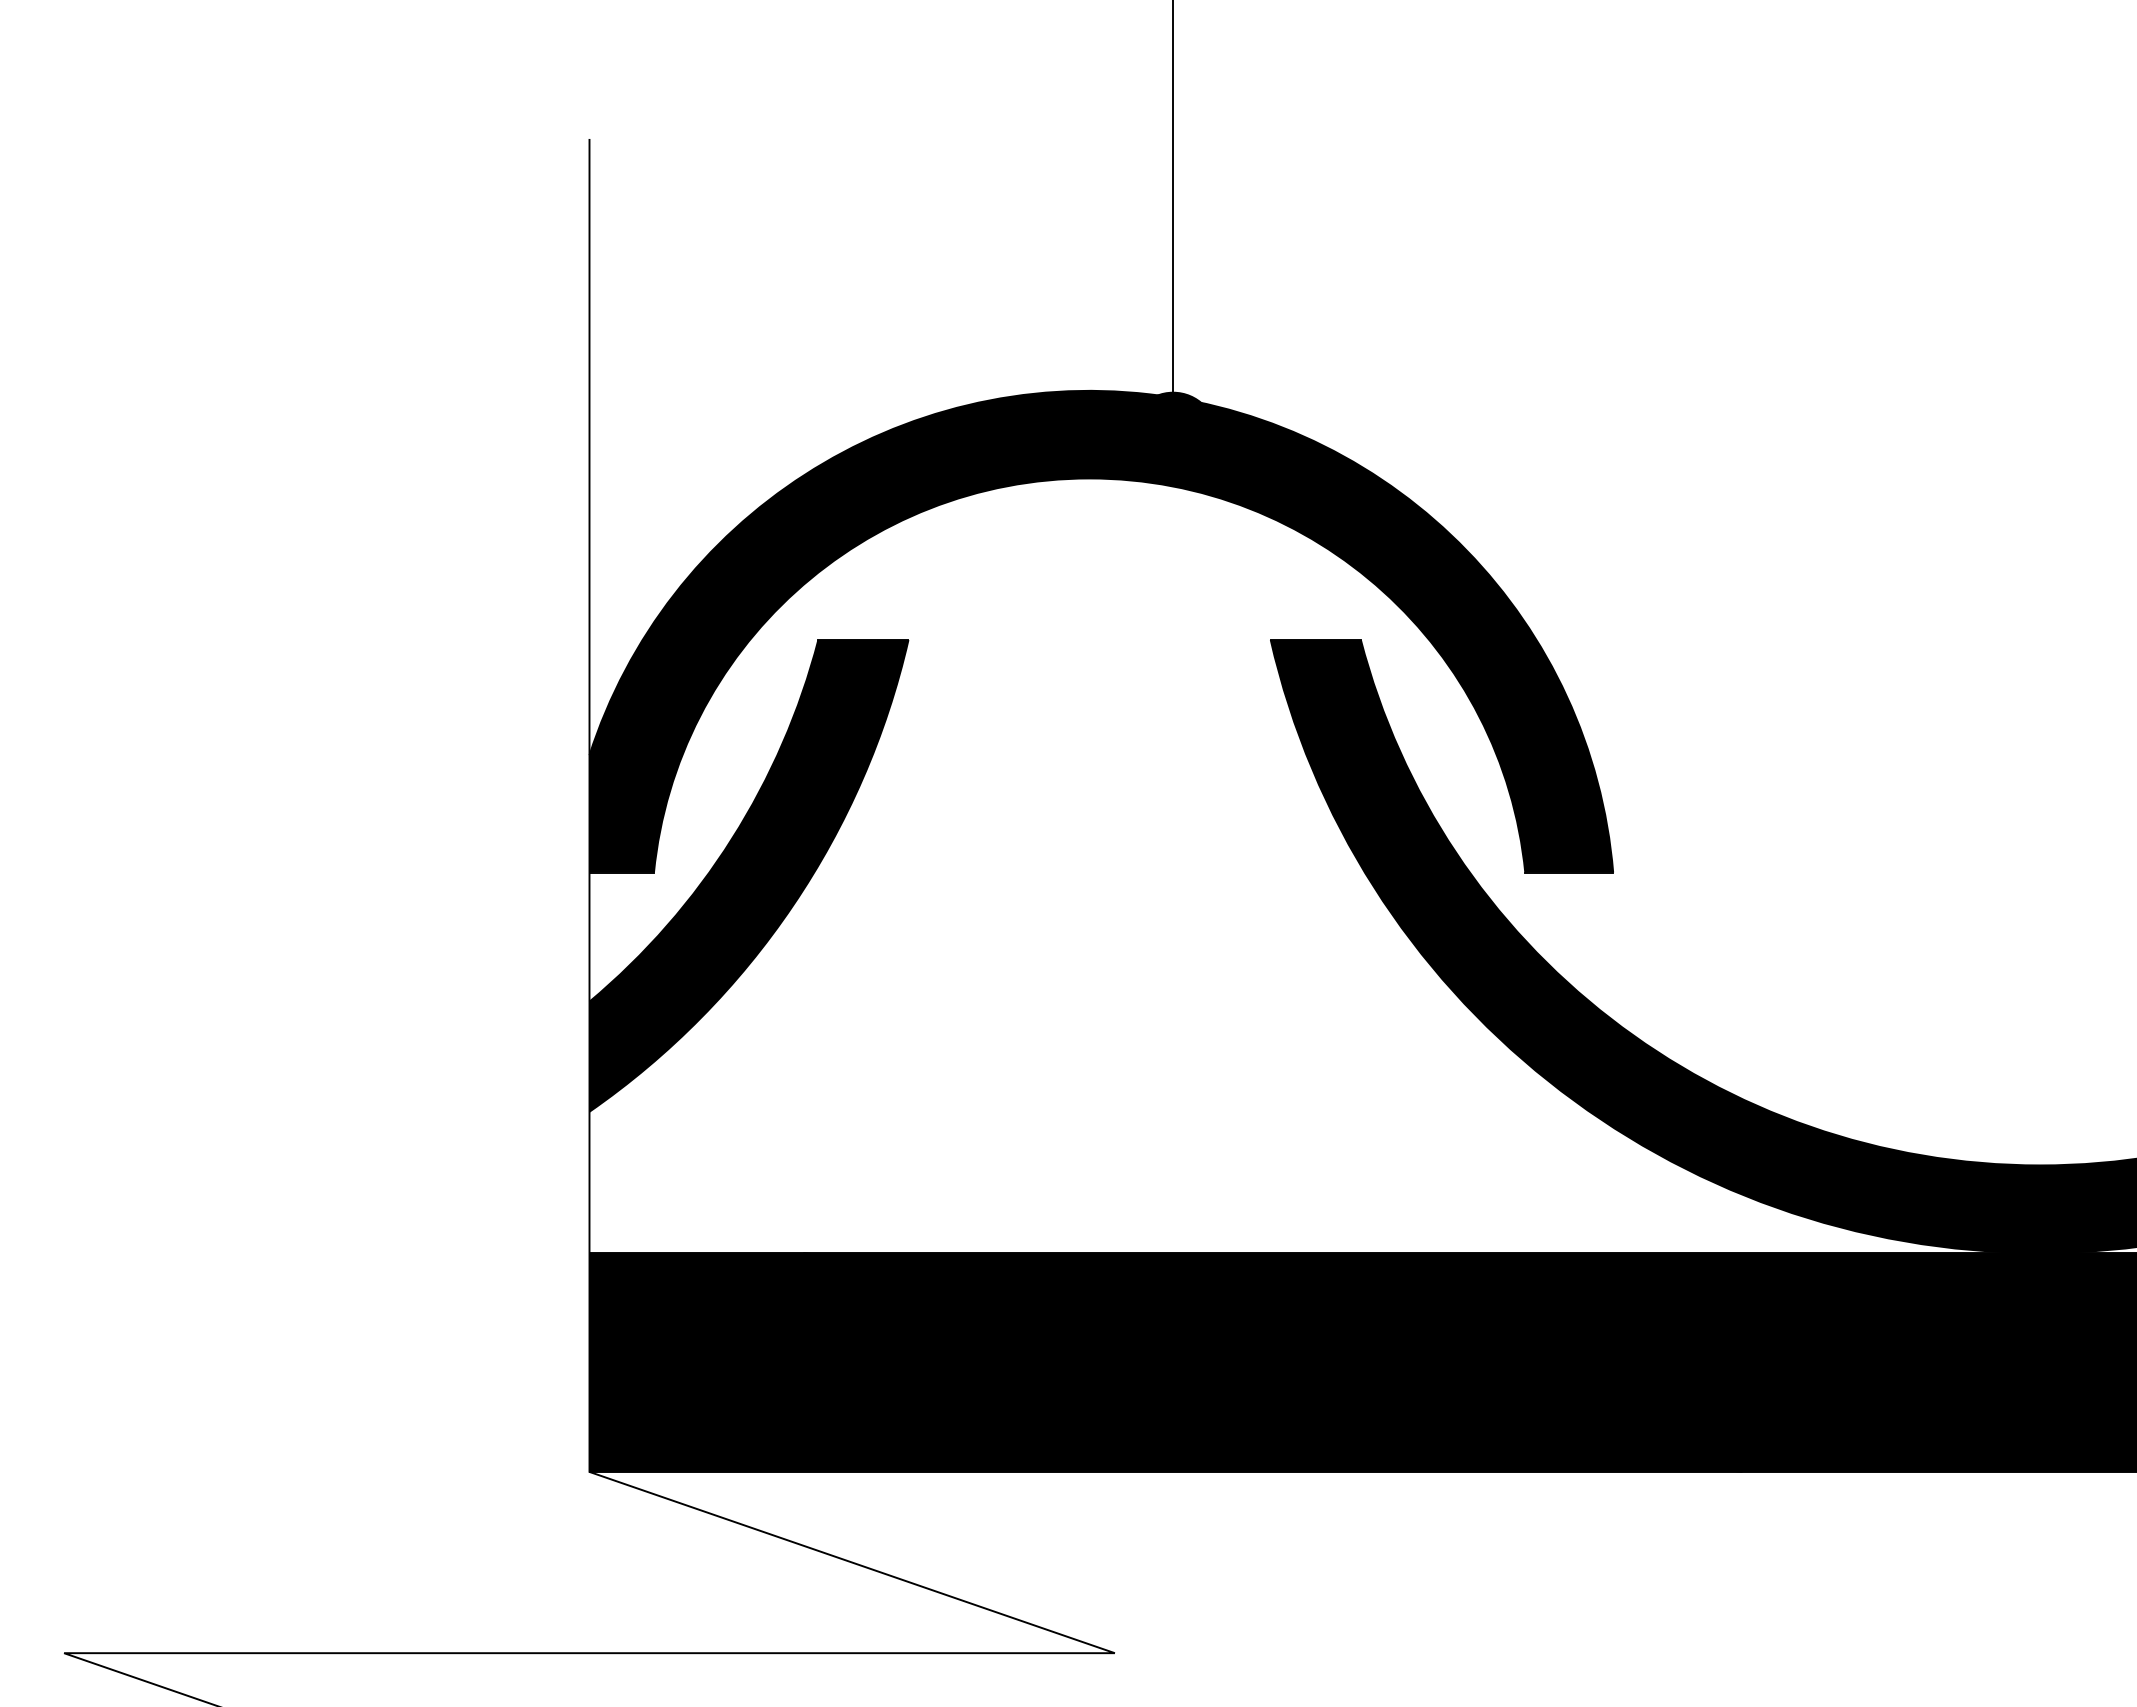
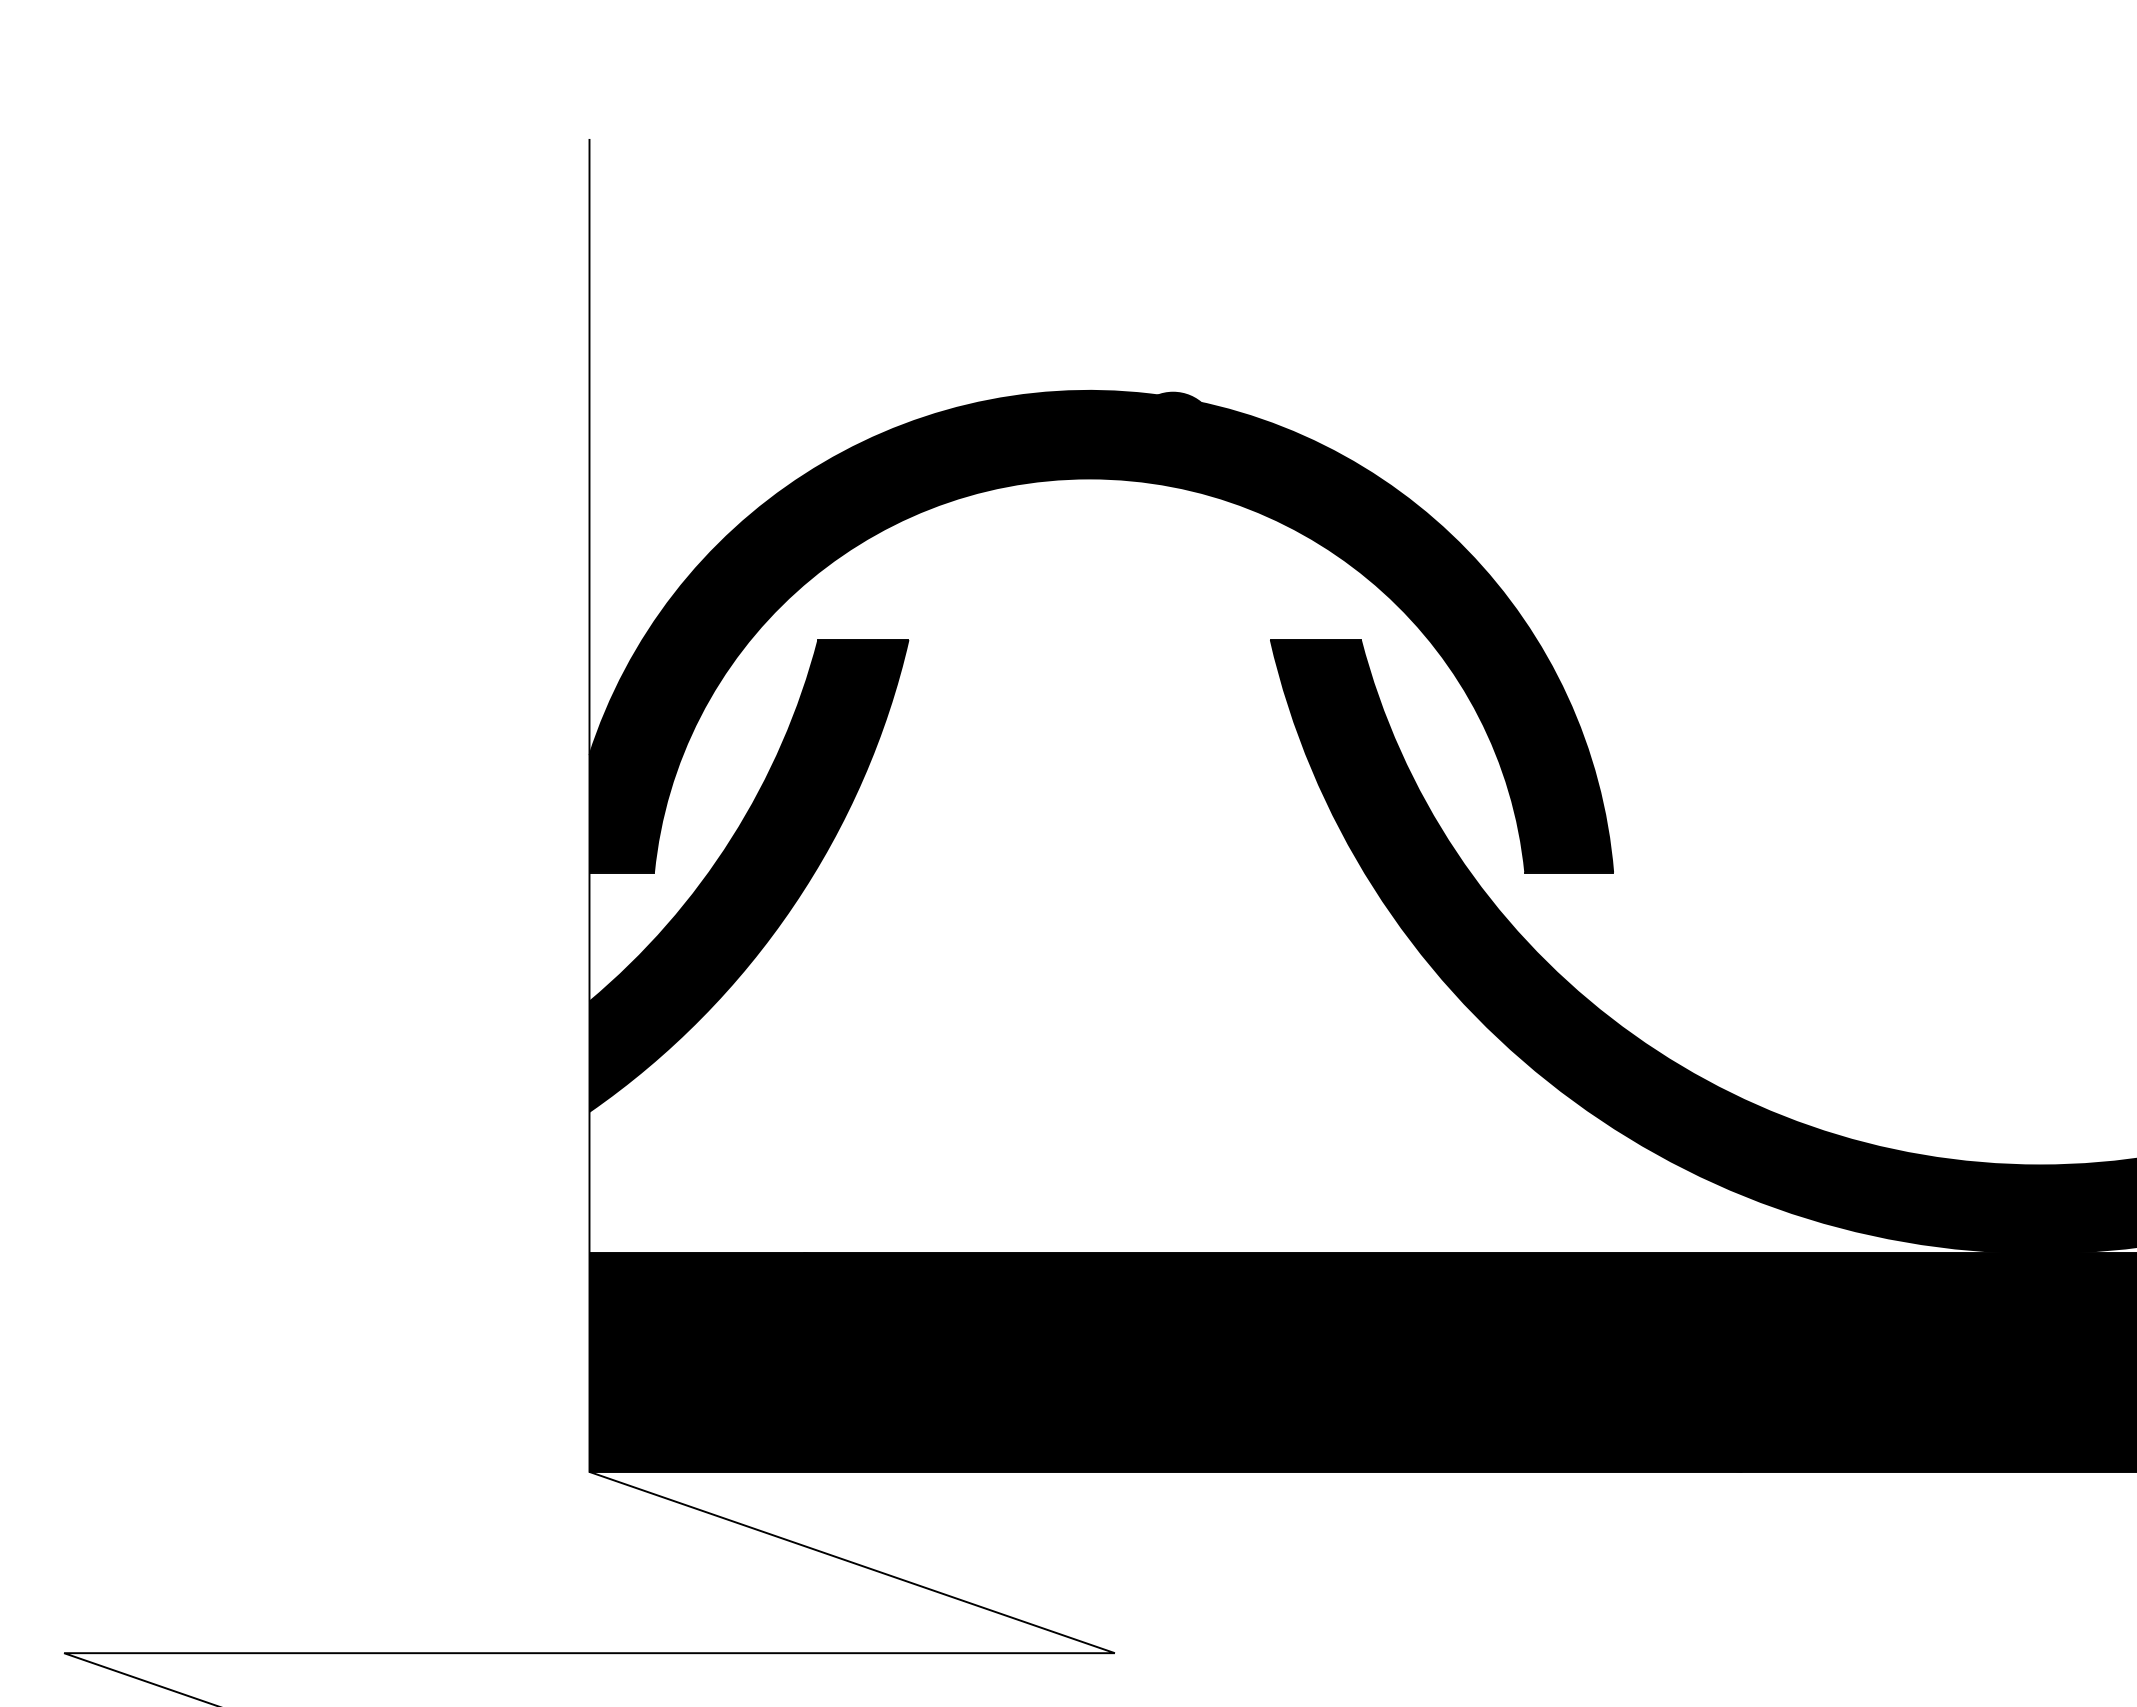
line at (1173, 219): present -> none
